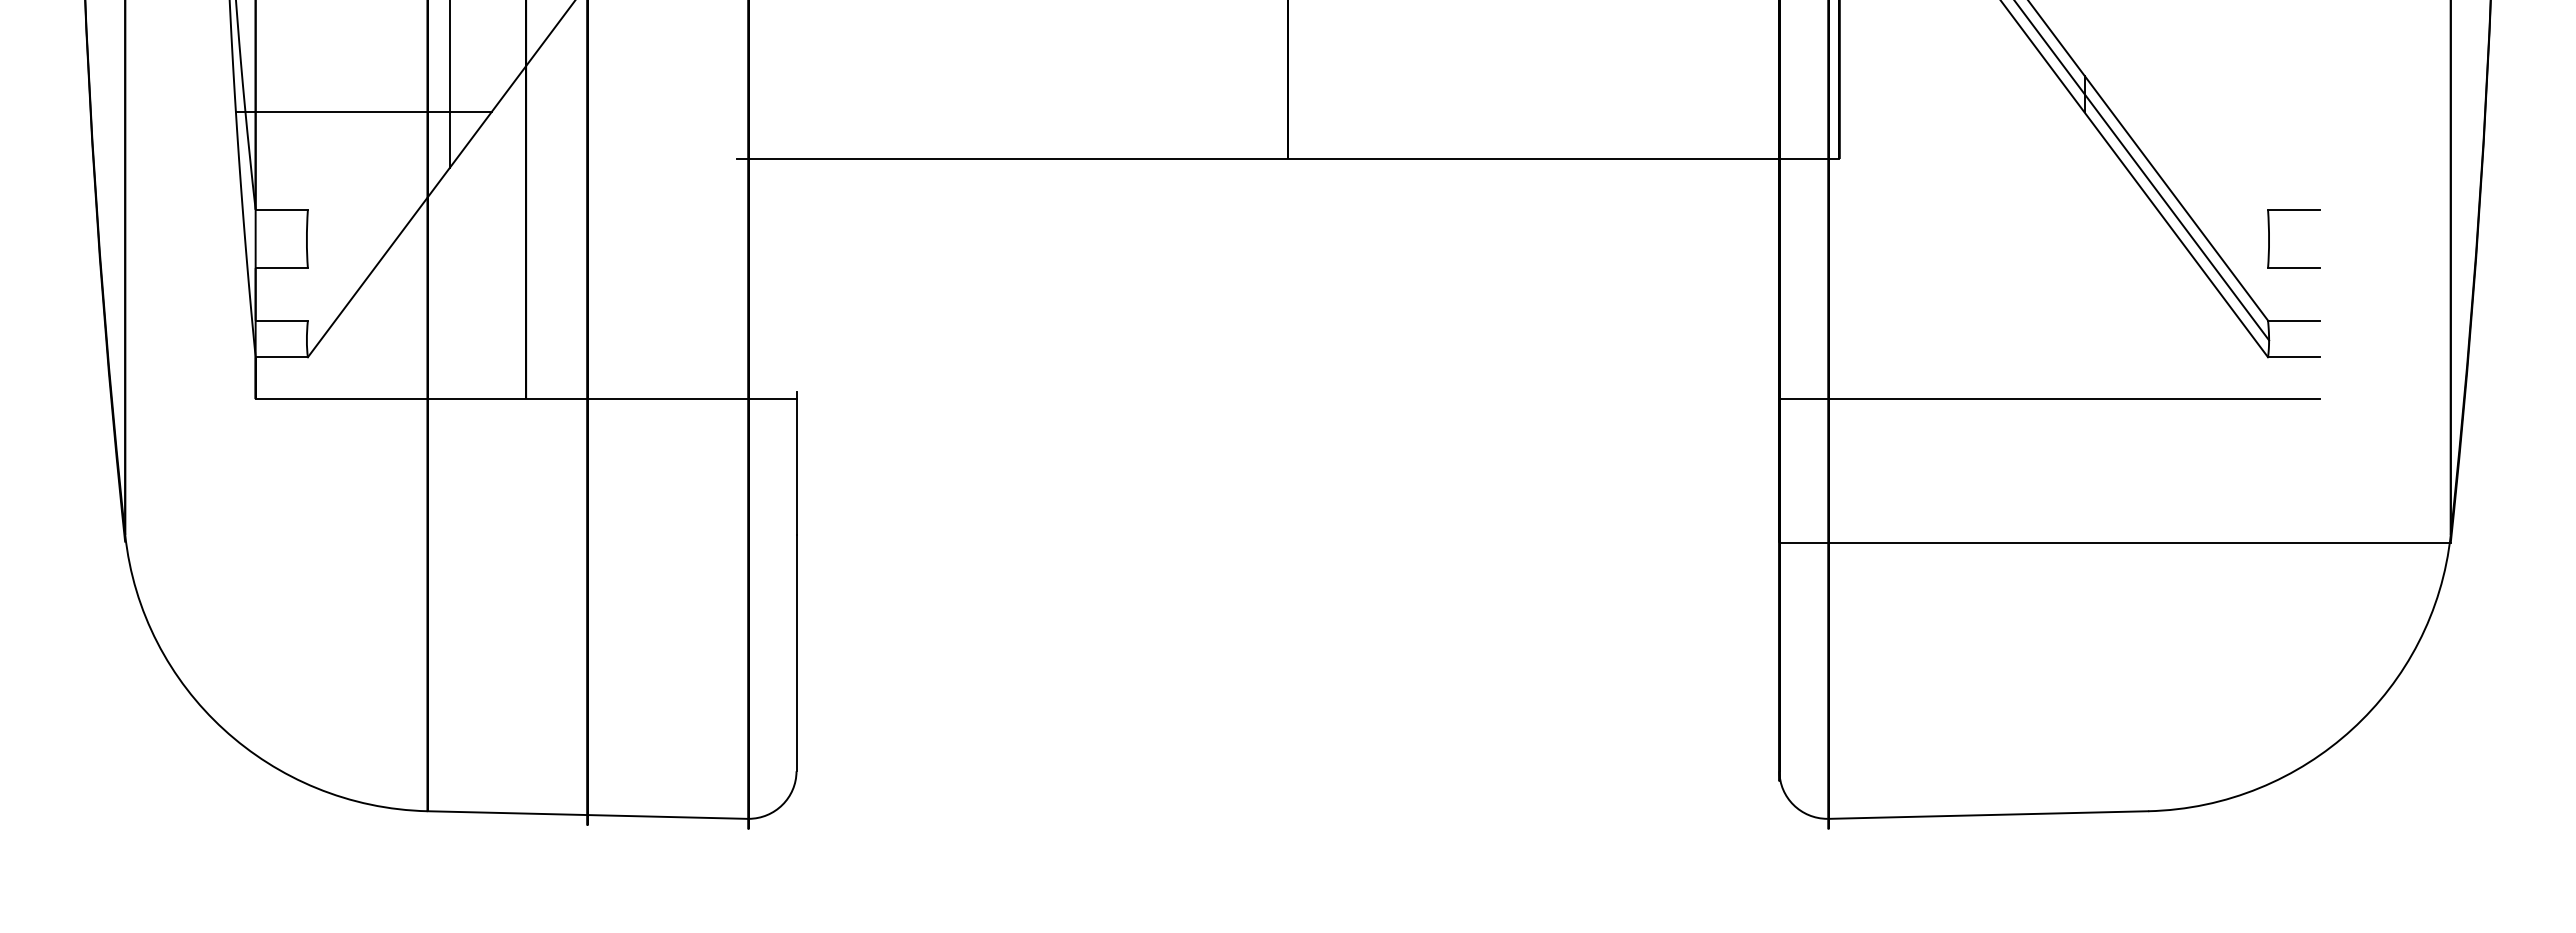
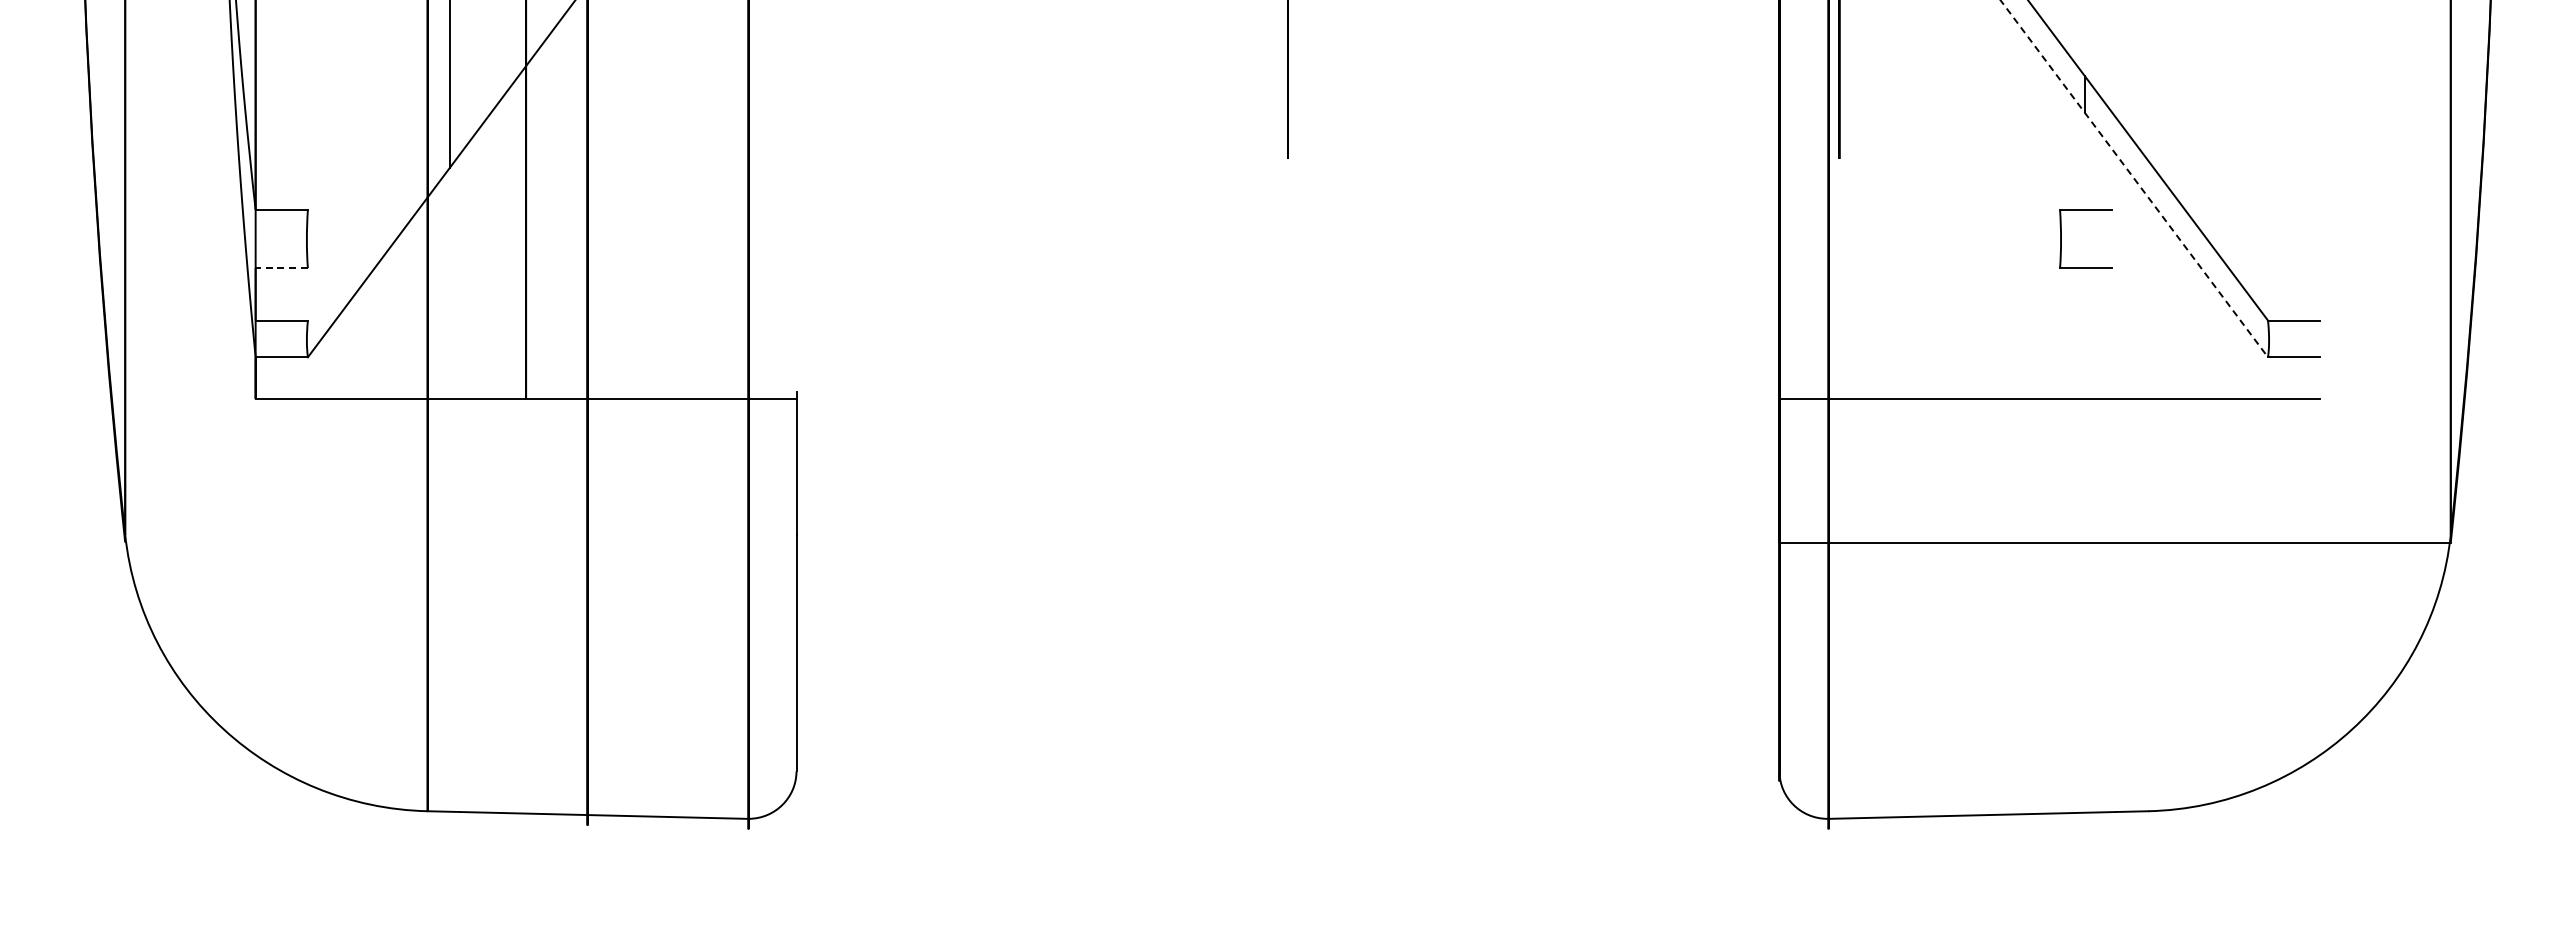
line at (363, 112): present -> none
line at (1287, 158): present -> none
line at (2142, 171): present -> none
line at (2134, 178): solid -> dashed
part at (2269, 238) position: (2269, 238) -> (2061, 238)
line at (281, 268): solid -> dashed
